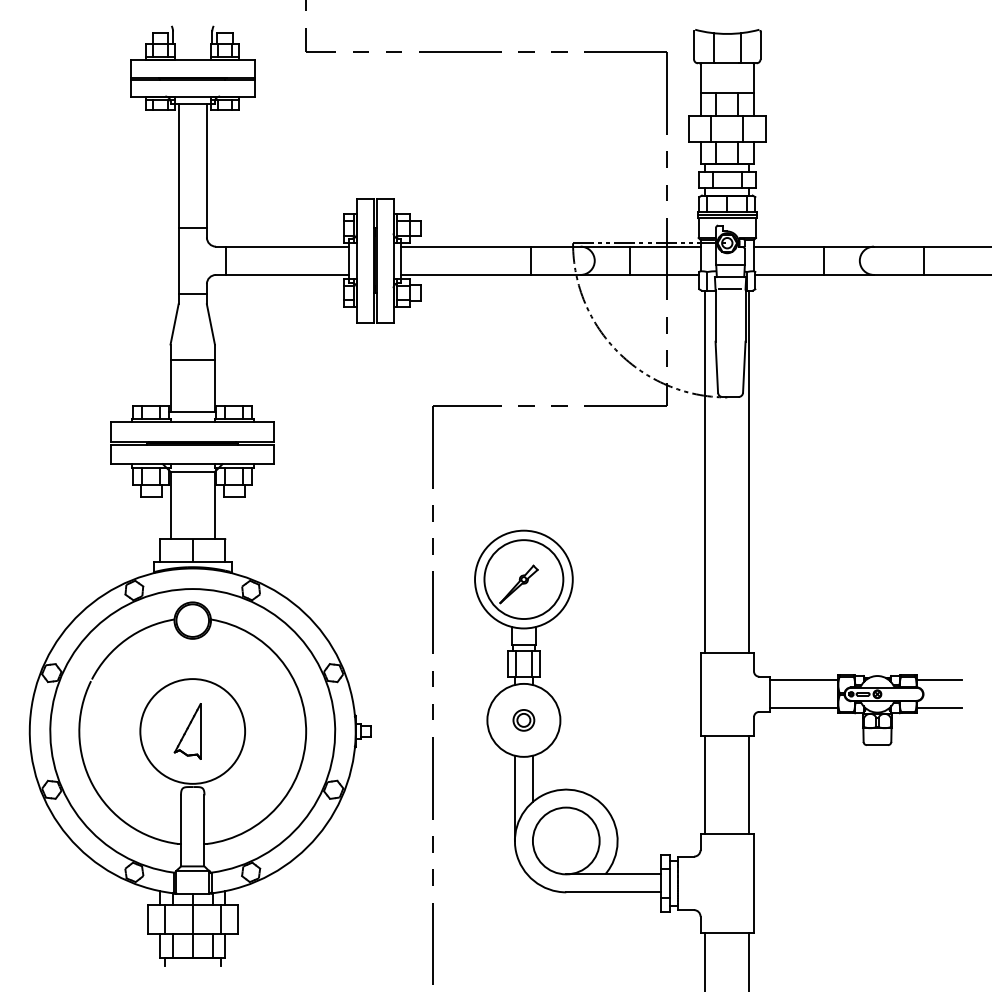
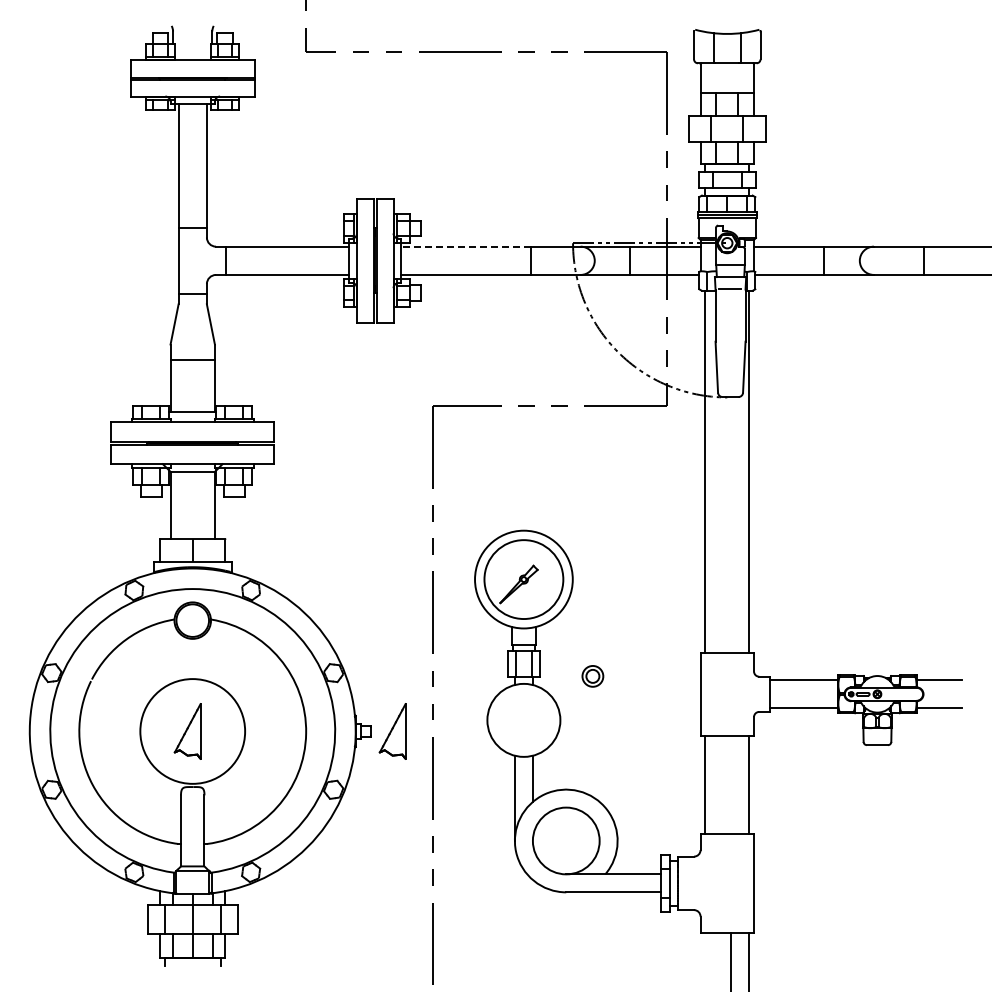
line at (466, 246): solid -> dashed
part at (523, 720) position: (523, 720) -> (592, 676)
part at (392, 731): none -> present
line at (705, 960) position: (705, 960) -> (731, 960)
